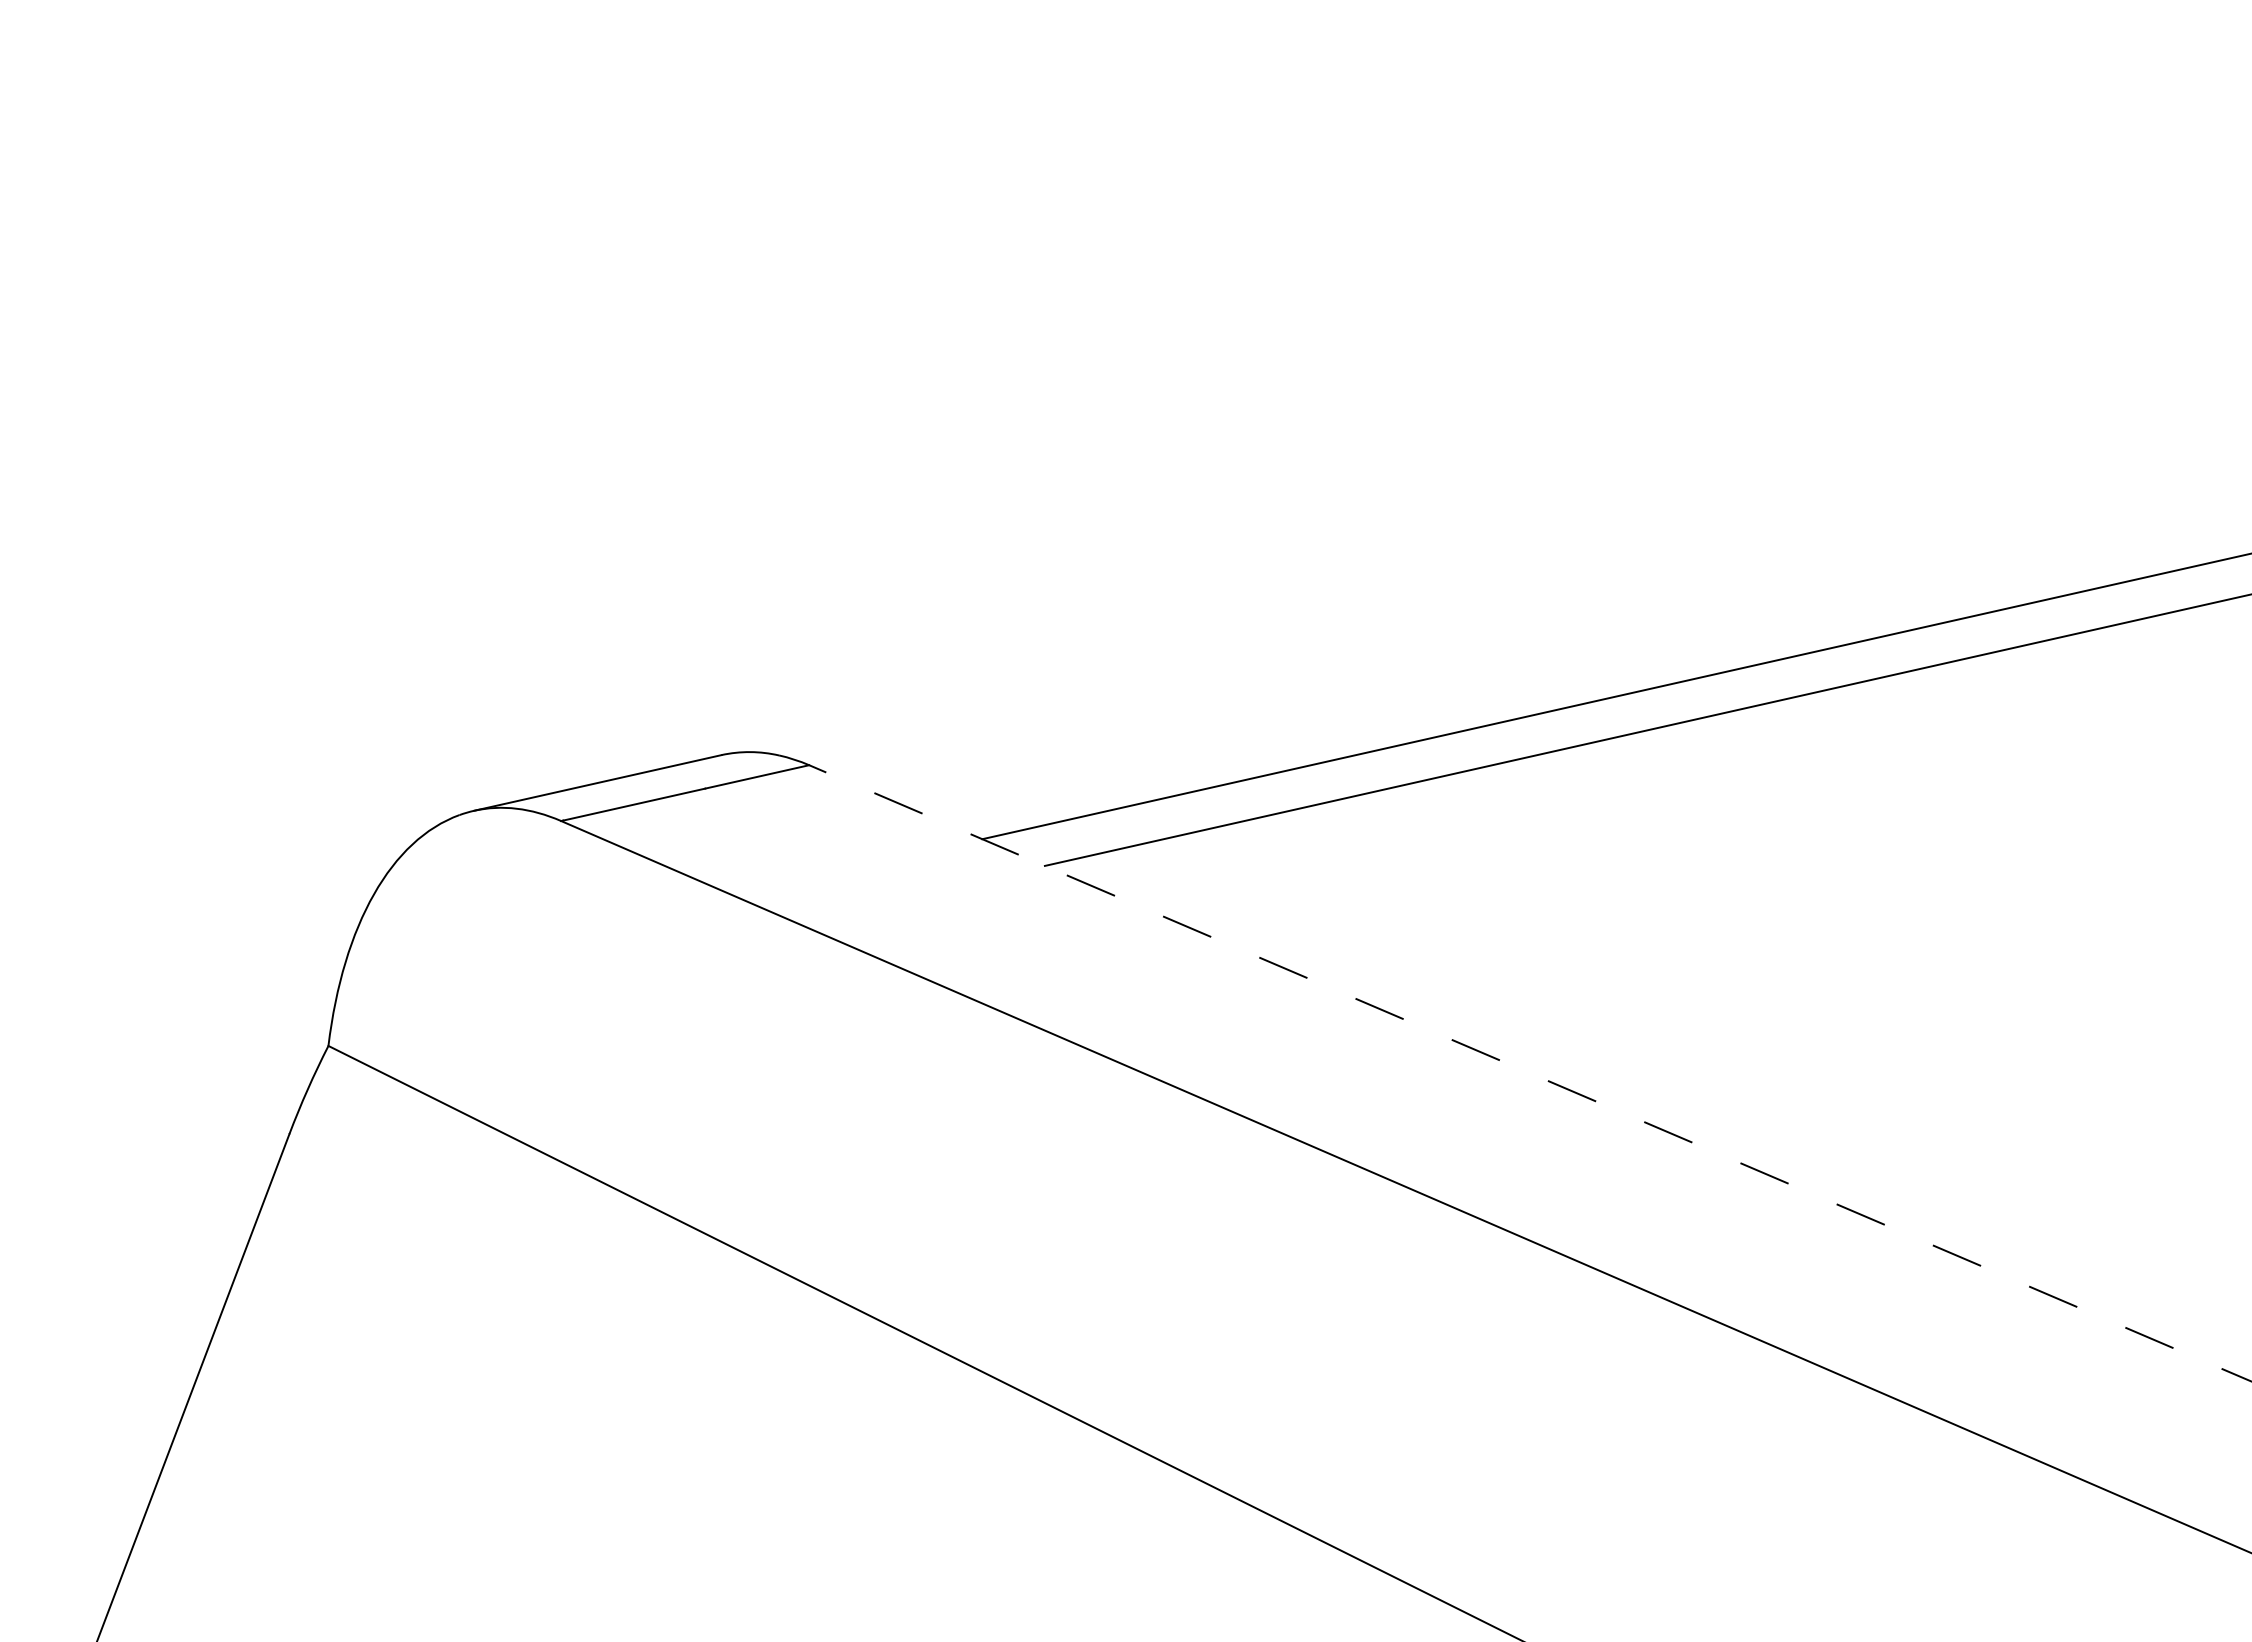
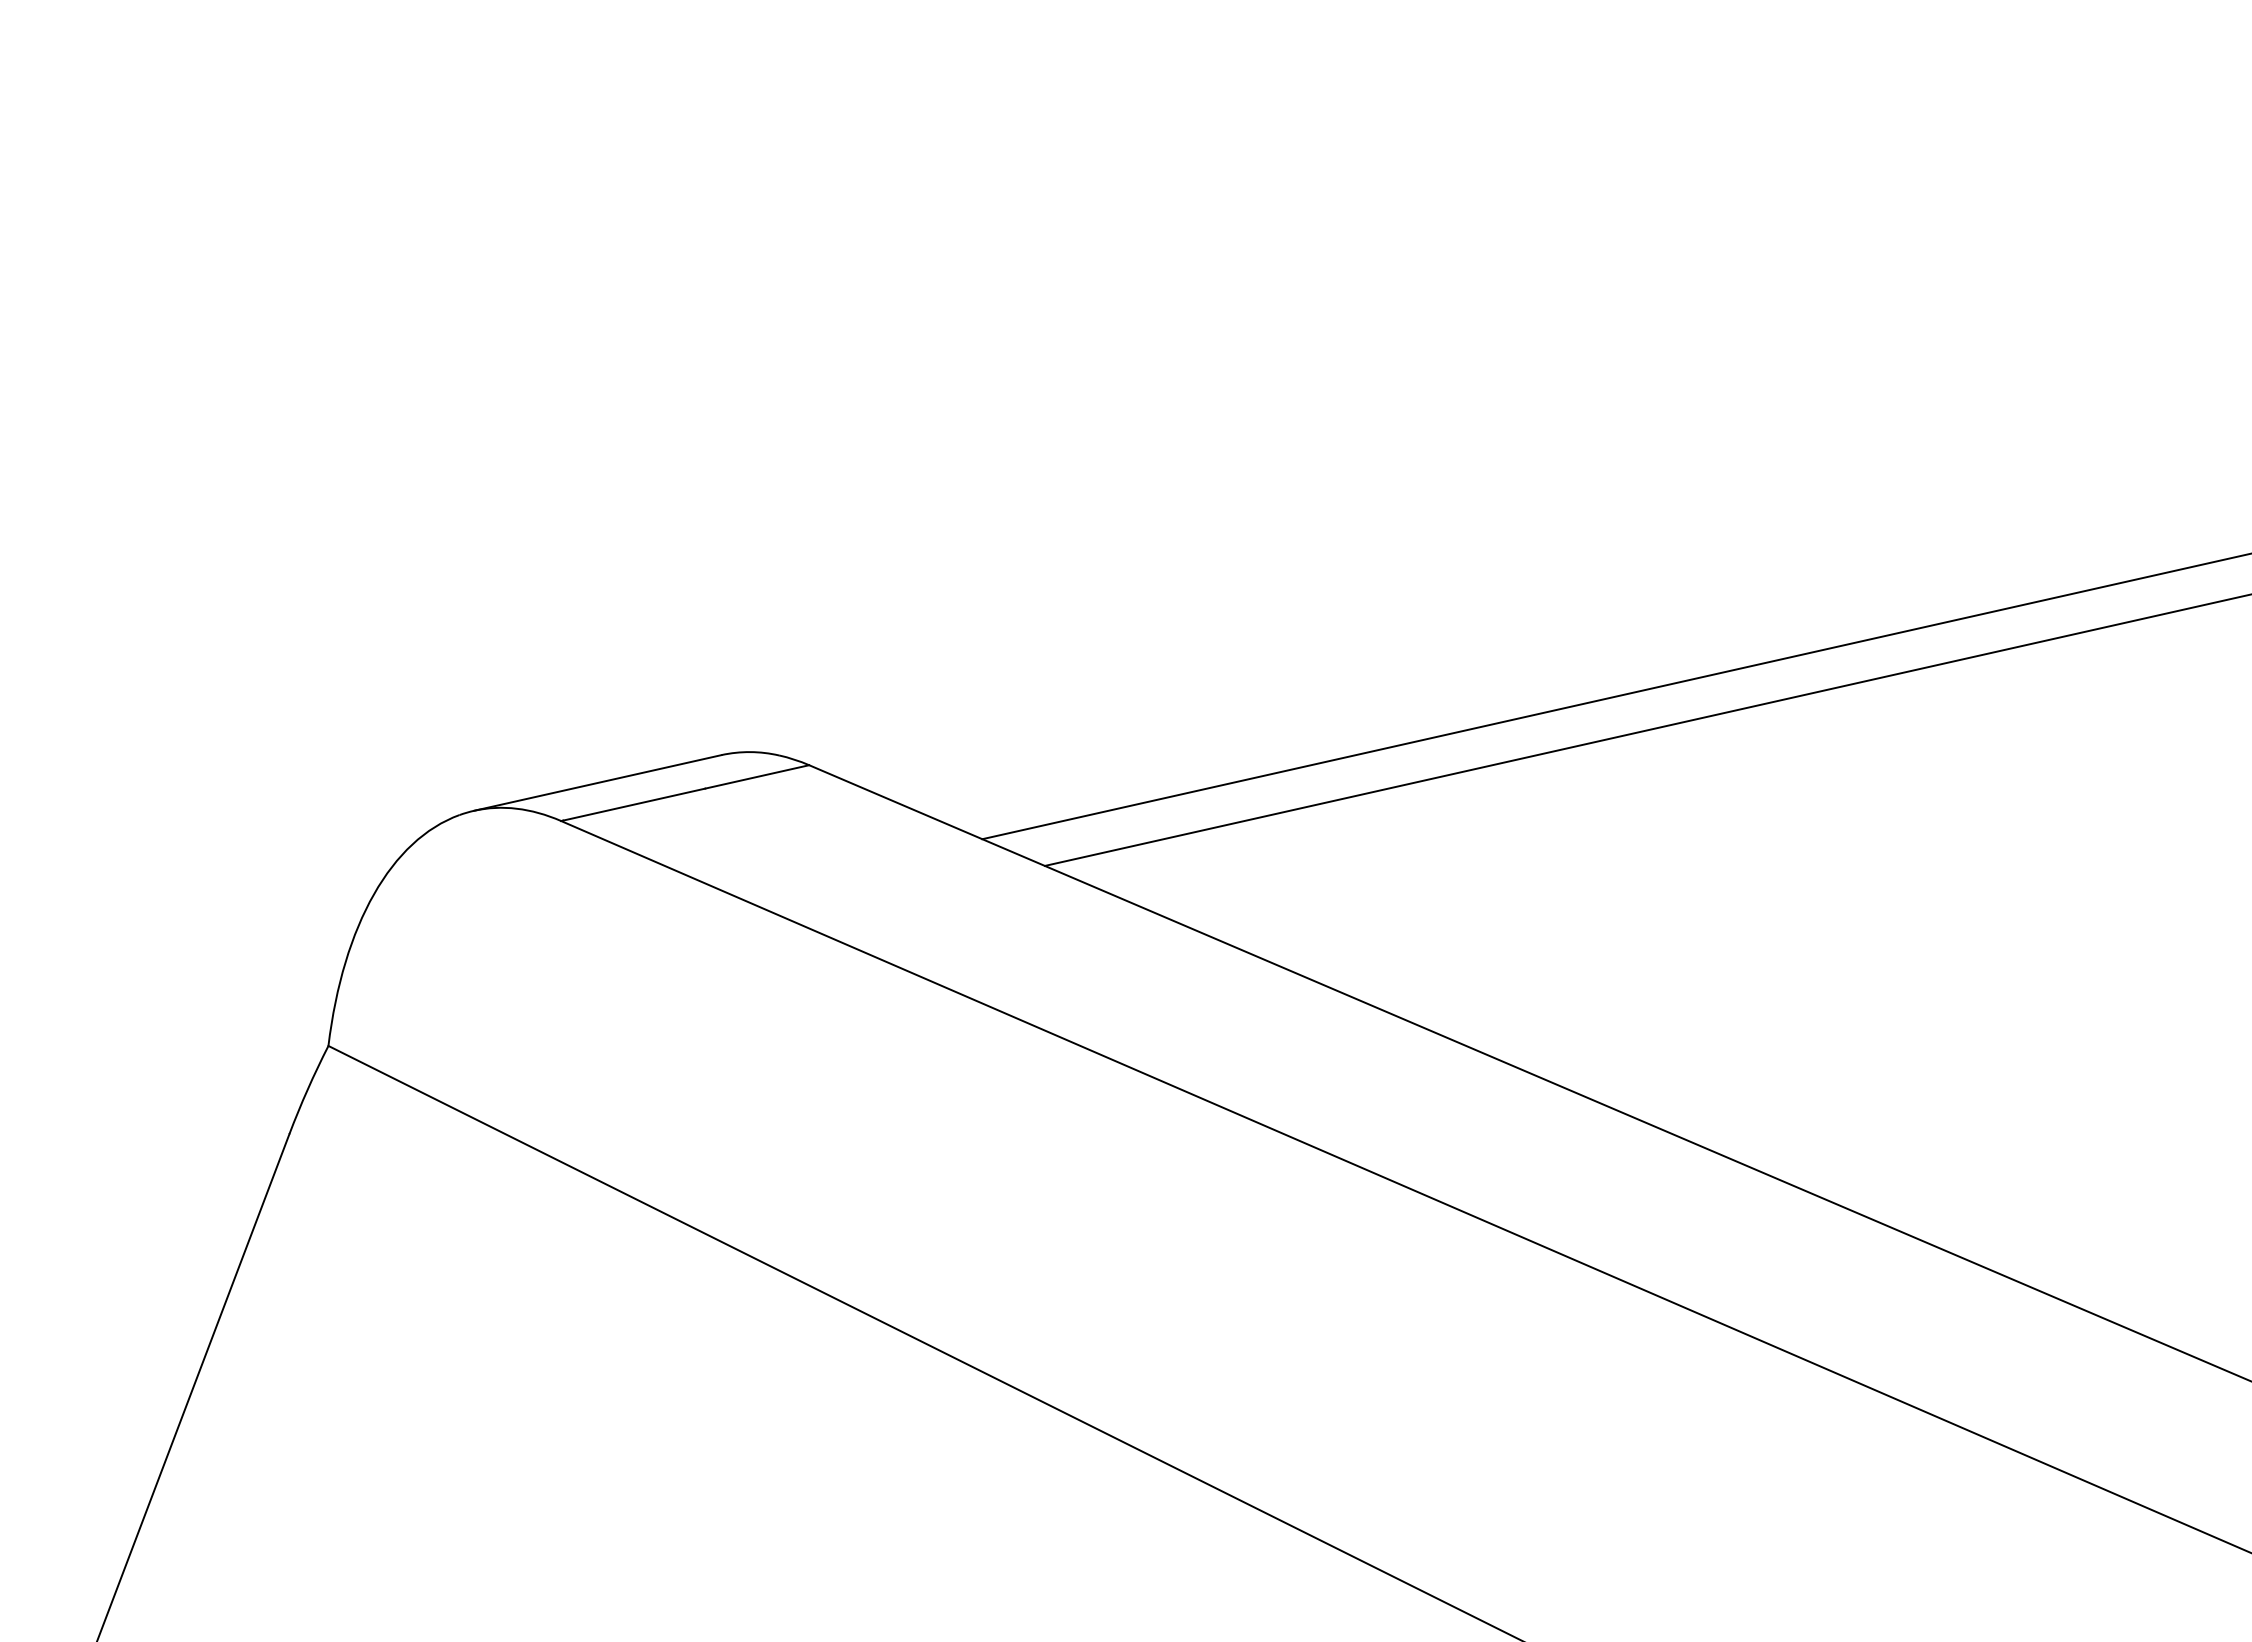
line at (1530, 1073): dashed -> solid
